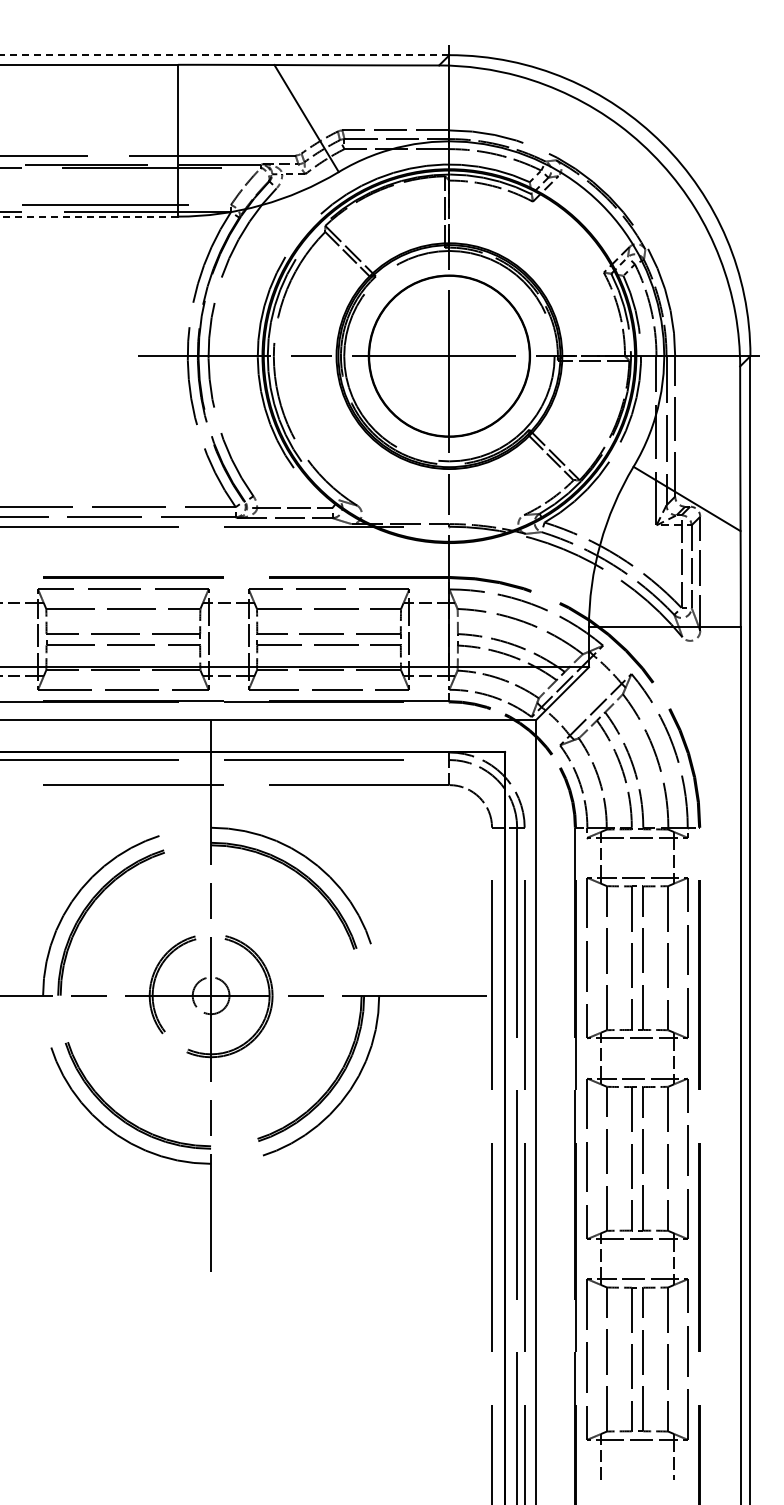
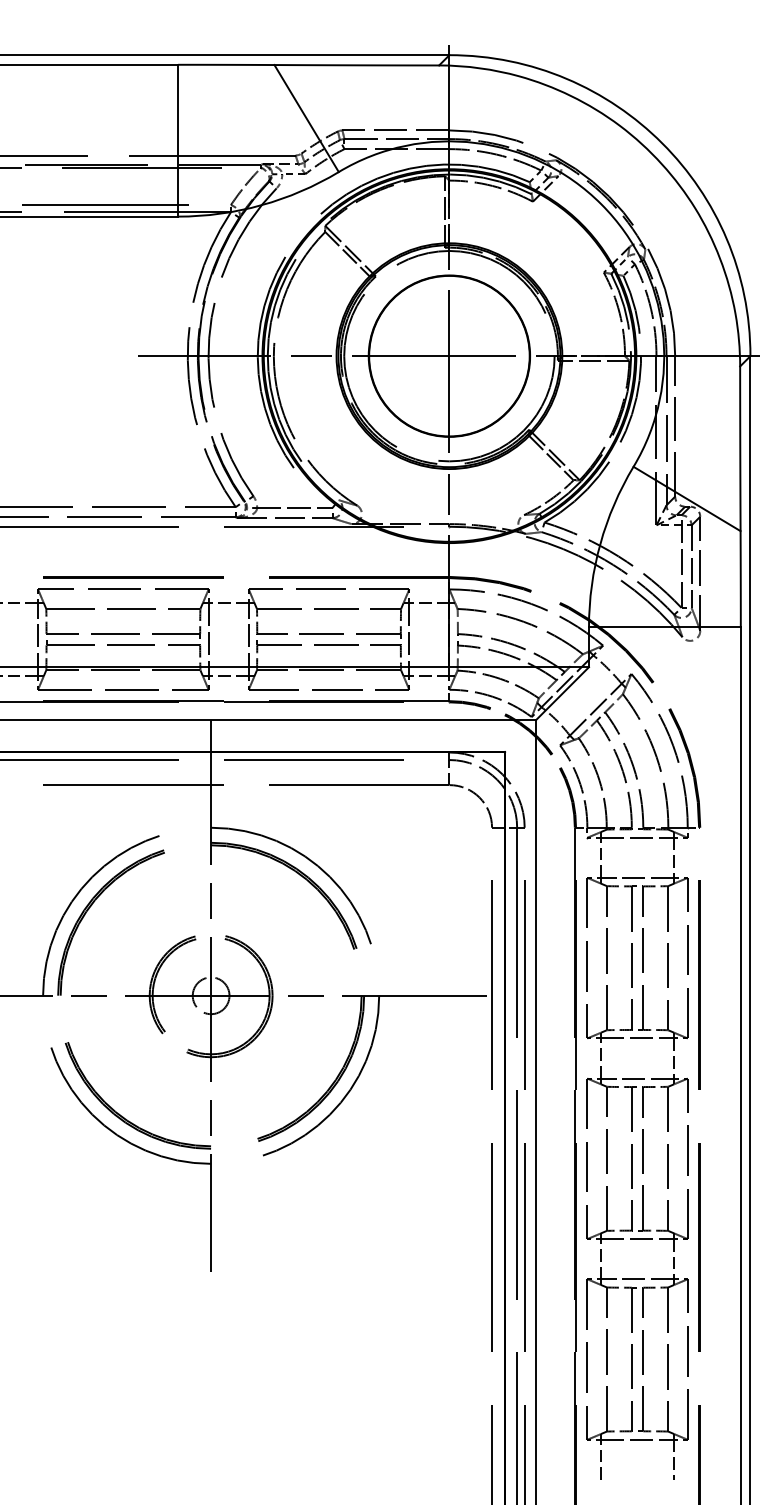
line at (224, 55): dashed -> solid
line at (89, 216): dashed -> solid
